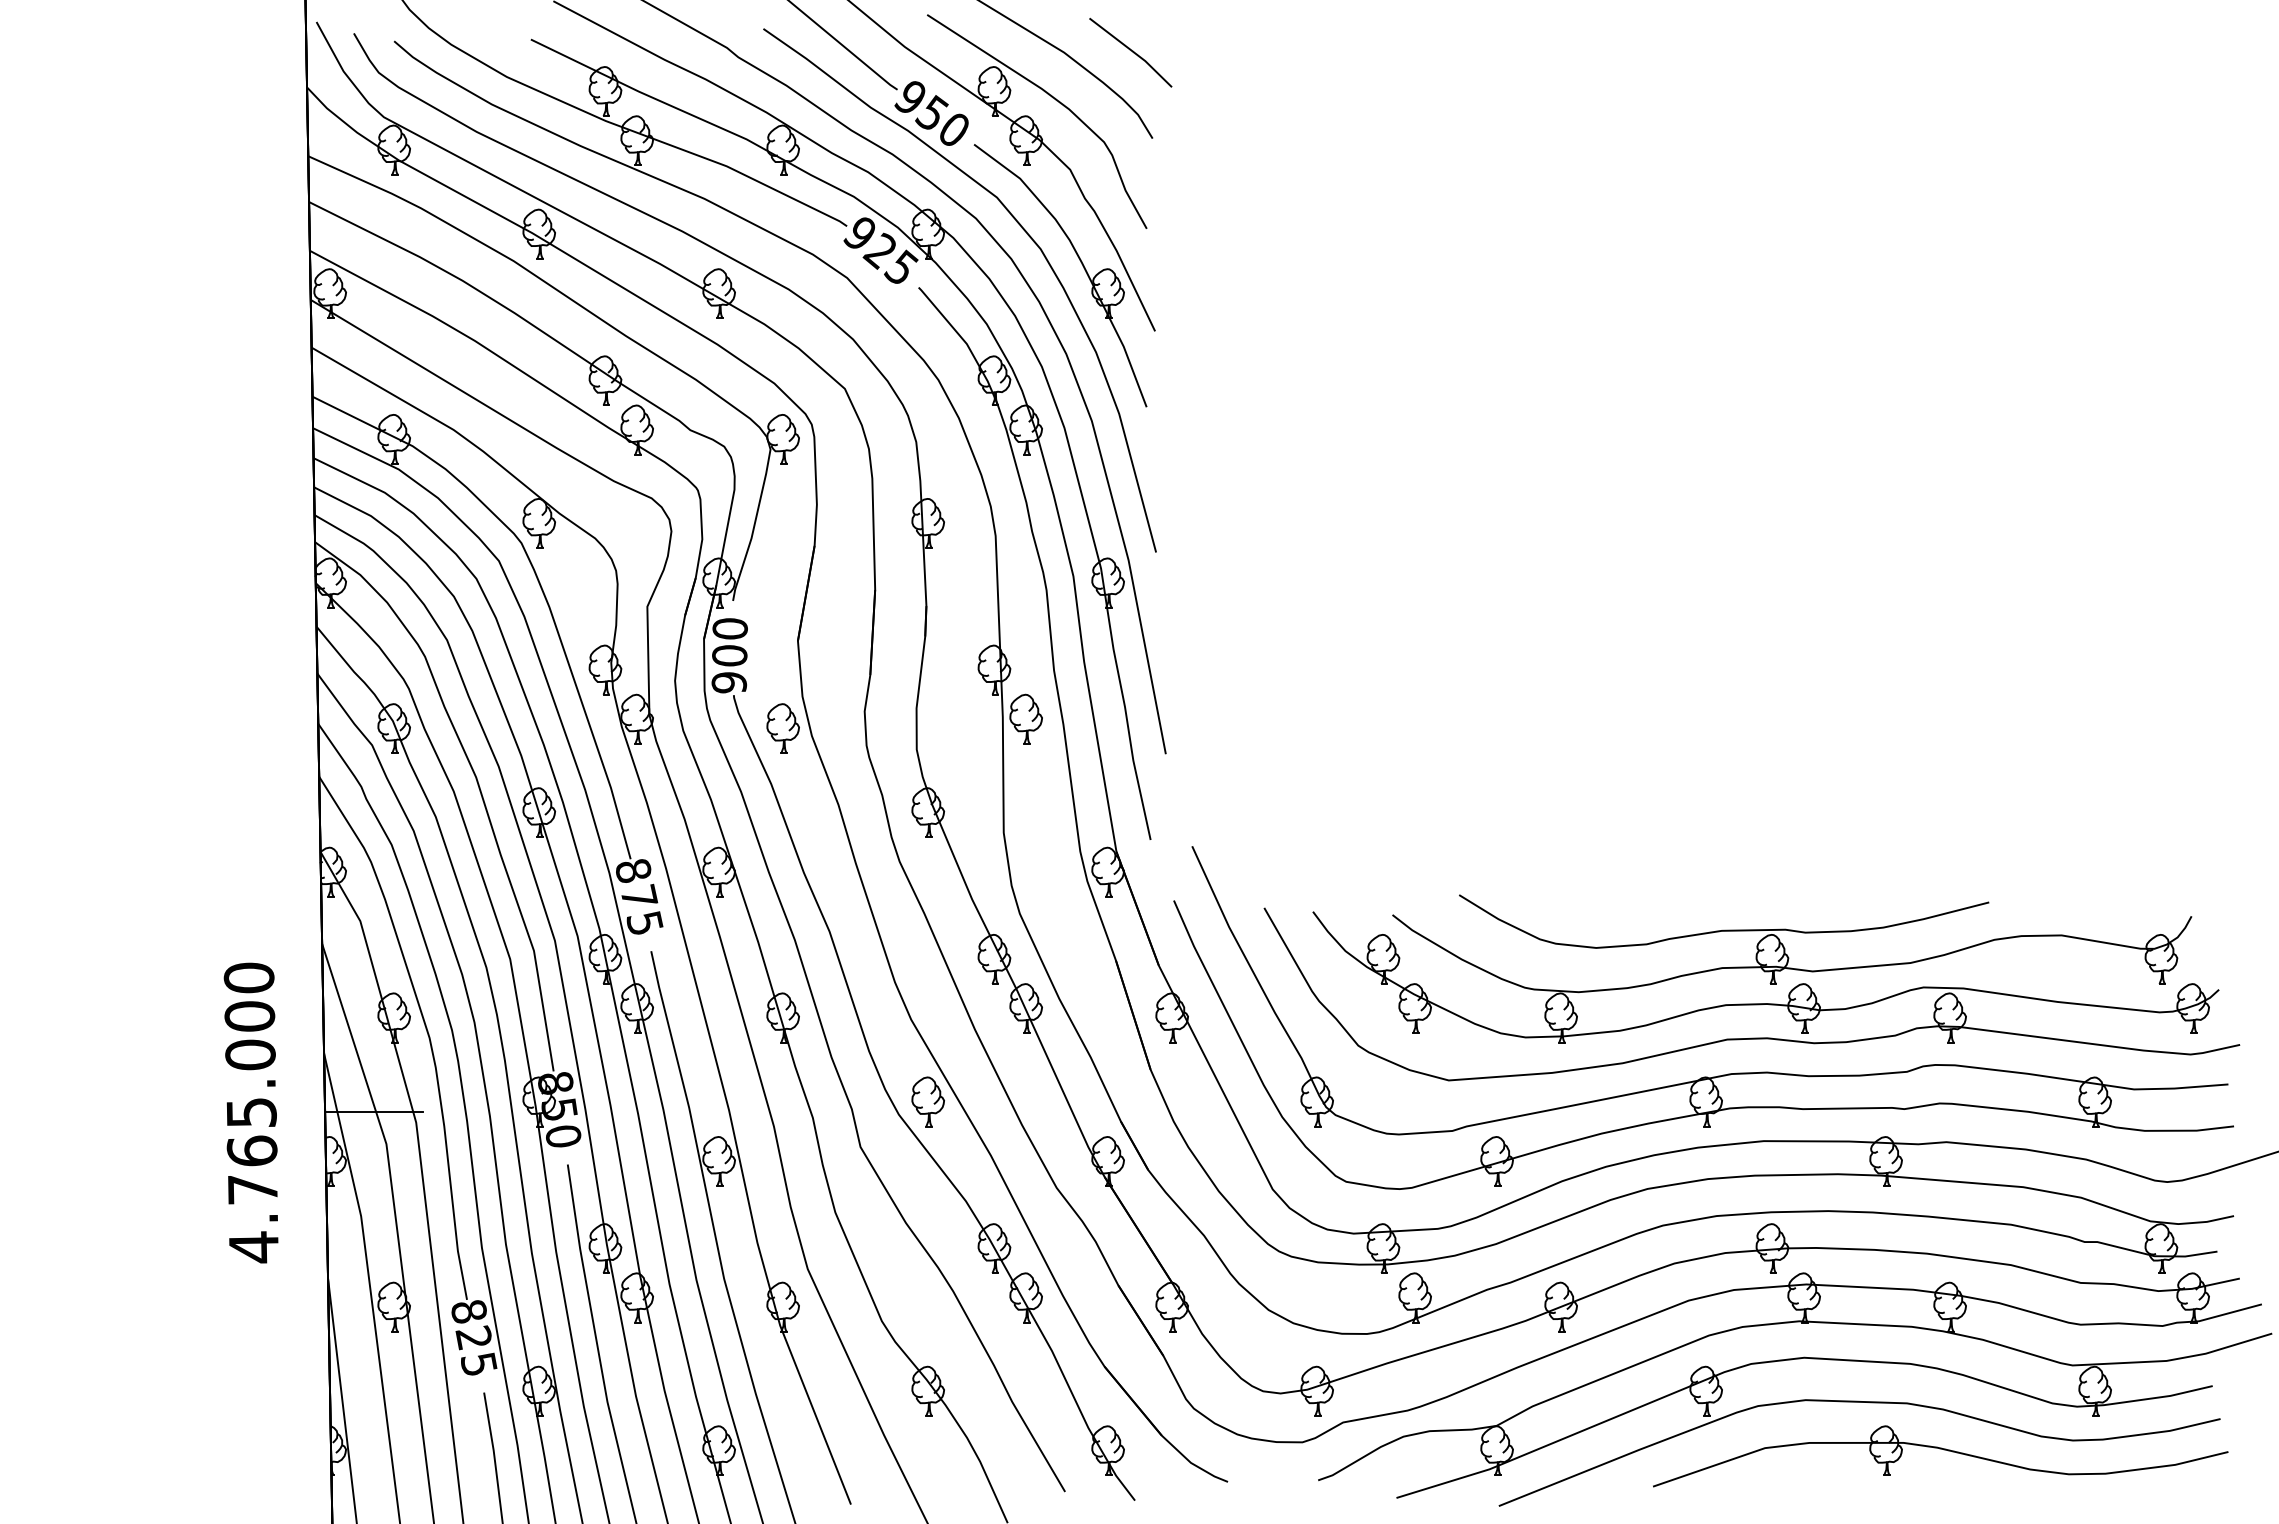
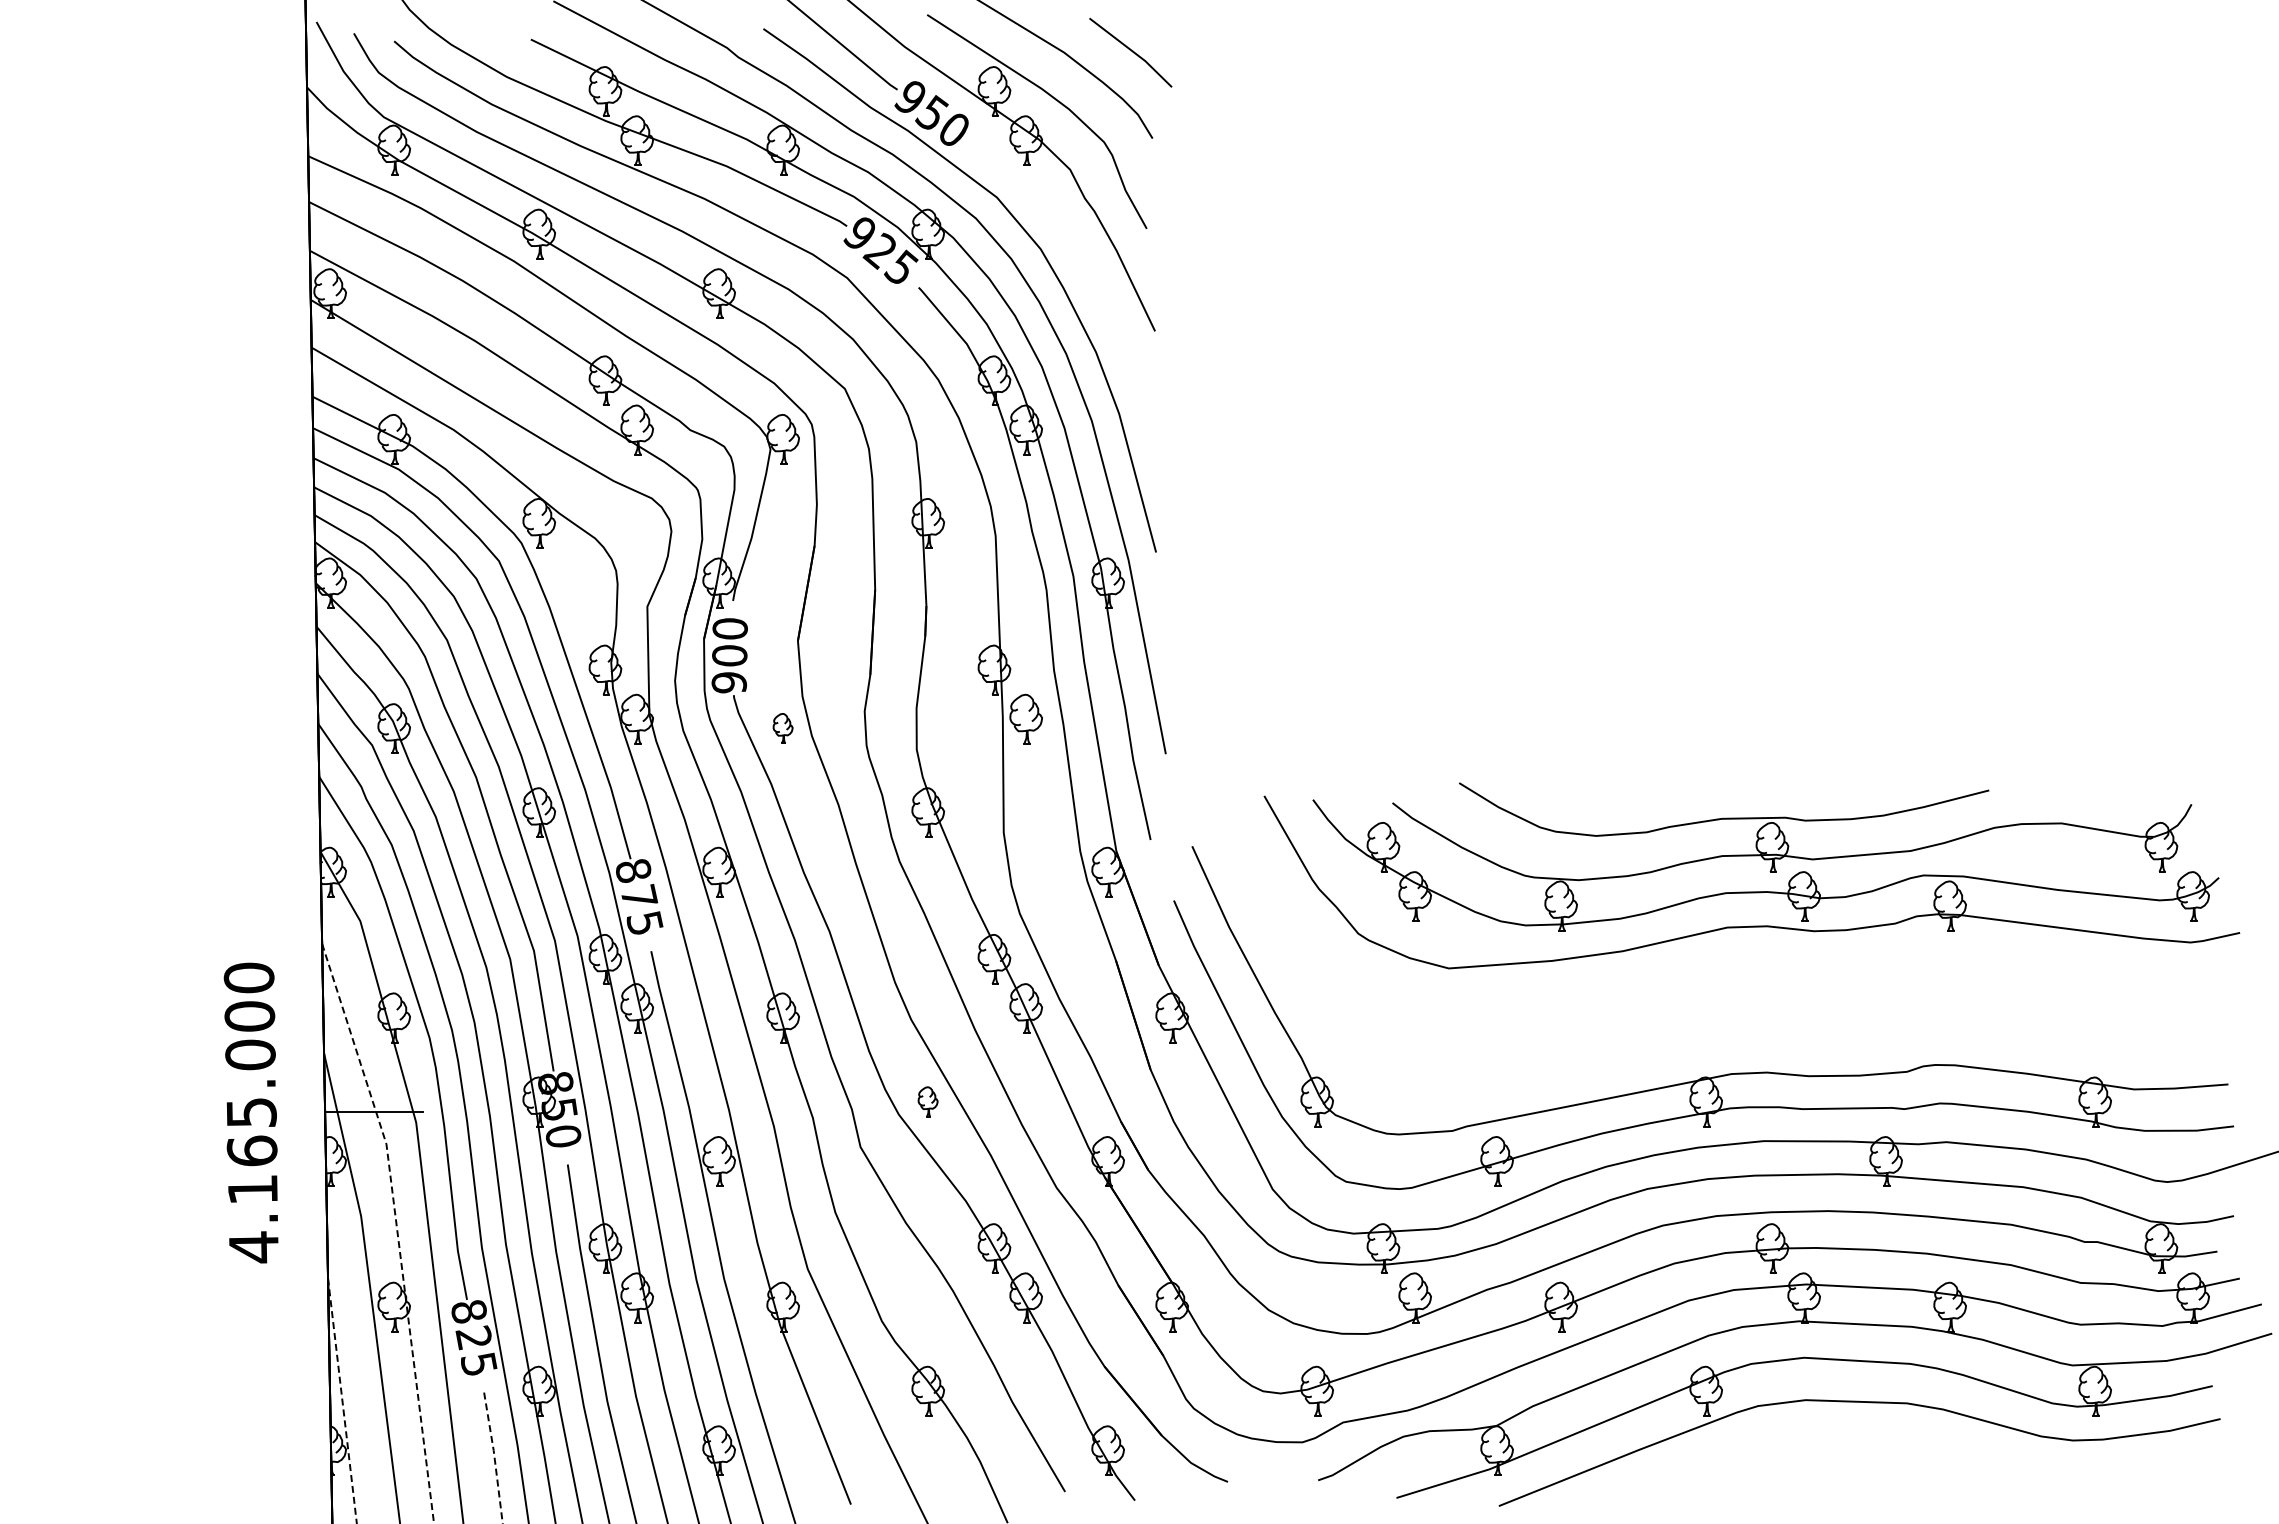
part at (1081, 264): present -> none
part at (782, 728) size: 34x51 px -> 22x31 px
part at (1751, 1003) position: (1751, 1003) -> (1751, 891)
part at (927, 1101) size: 34x52 px -> 22x32 px
text at (252, 1189): 4.765.000 -> 4.165.000
line at (397, 1229): solid -> dashed
line at (342, 1401): solid -> dashed
part at (1943, 1450): present -> none
line at (494, 1457): solid -> dashed
